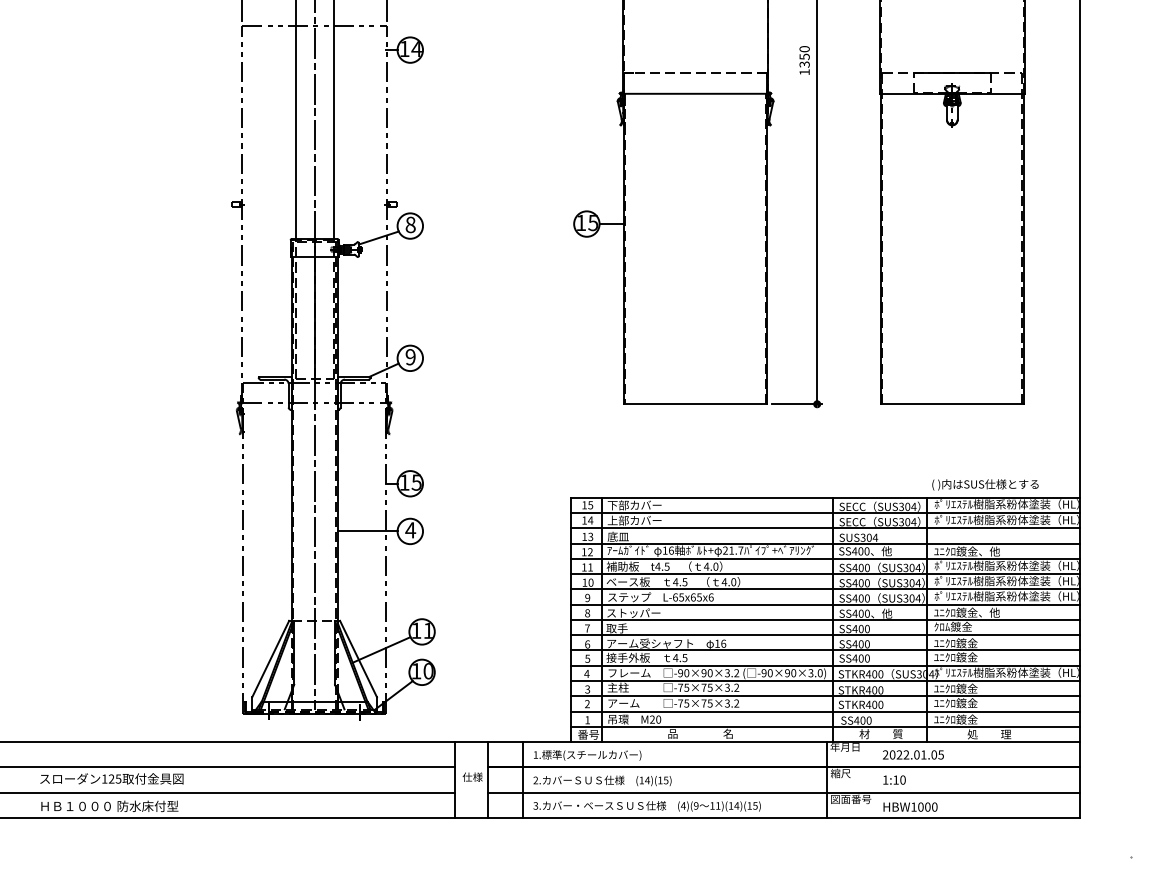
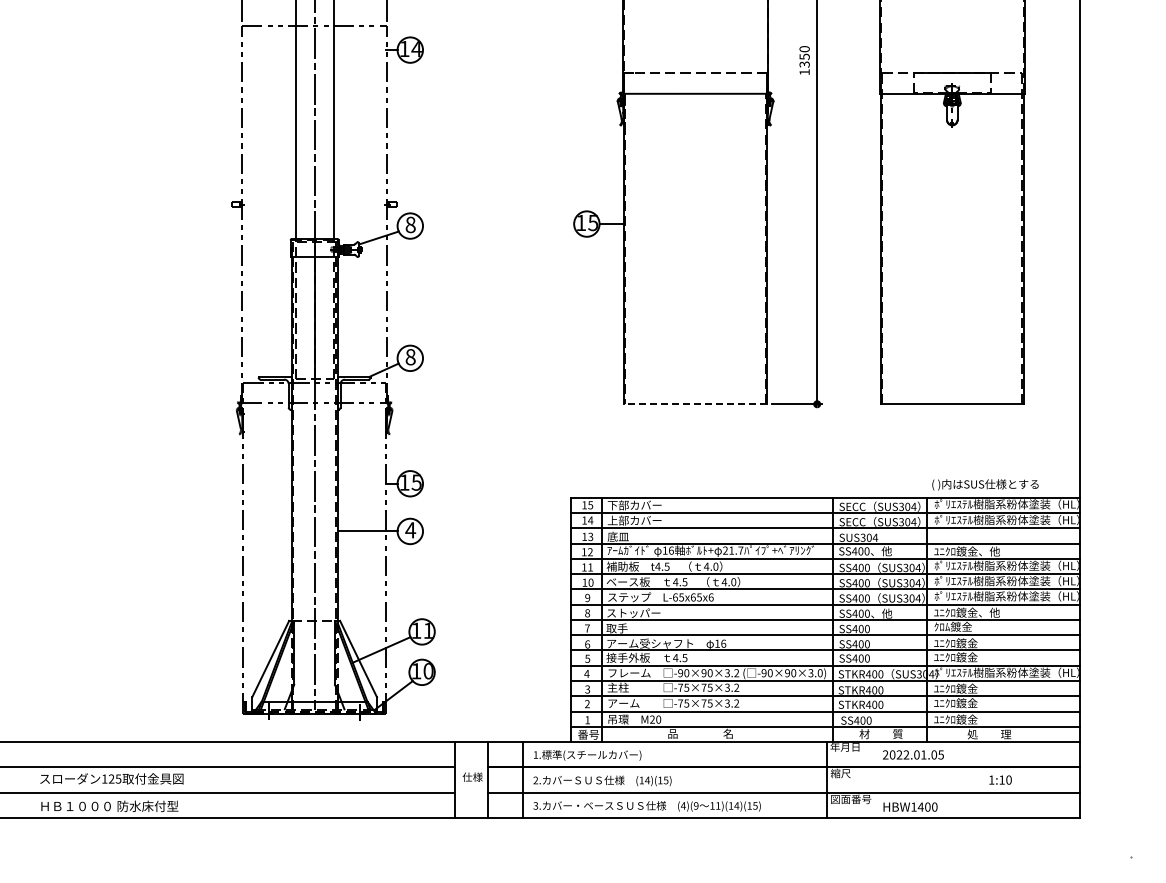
text at (410, 357): 9 -> 8
line at (695, 404): solid -> dashed
text at (894, 779) position: (894, 779) -> (1000, 779)
text at (920, 806): HBW1000 -> HBW1400
